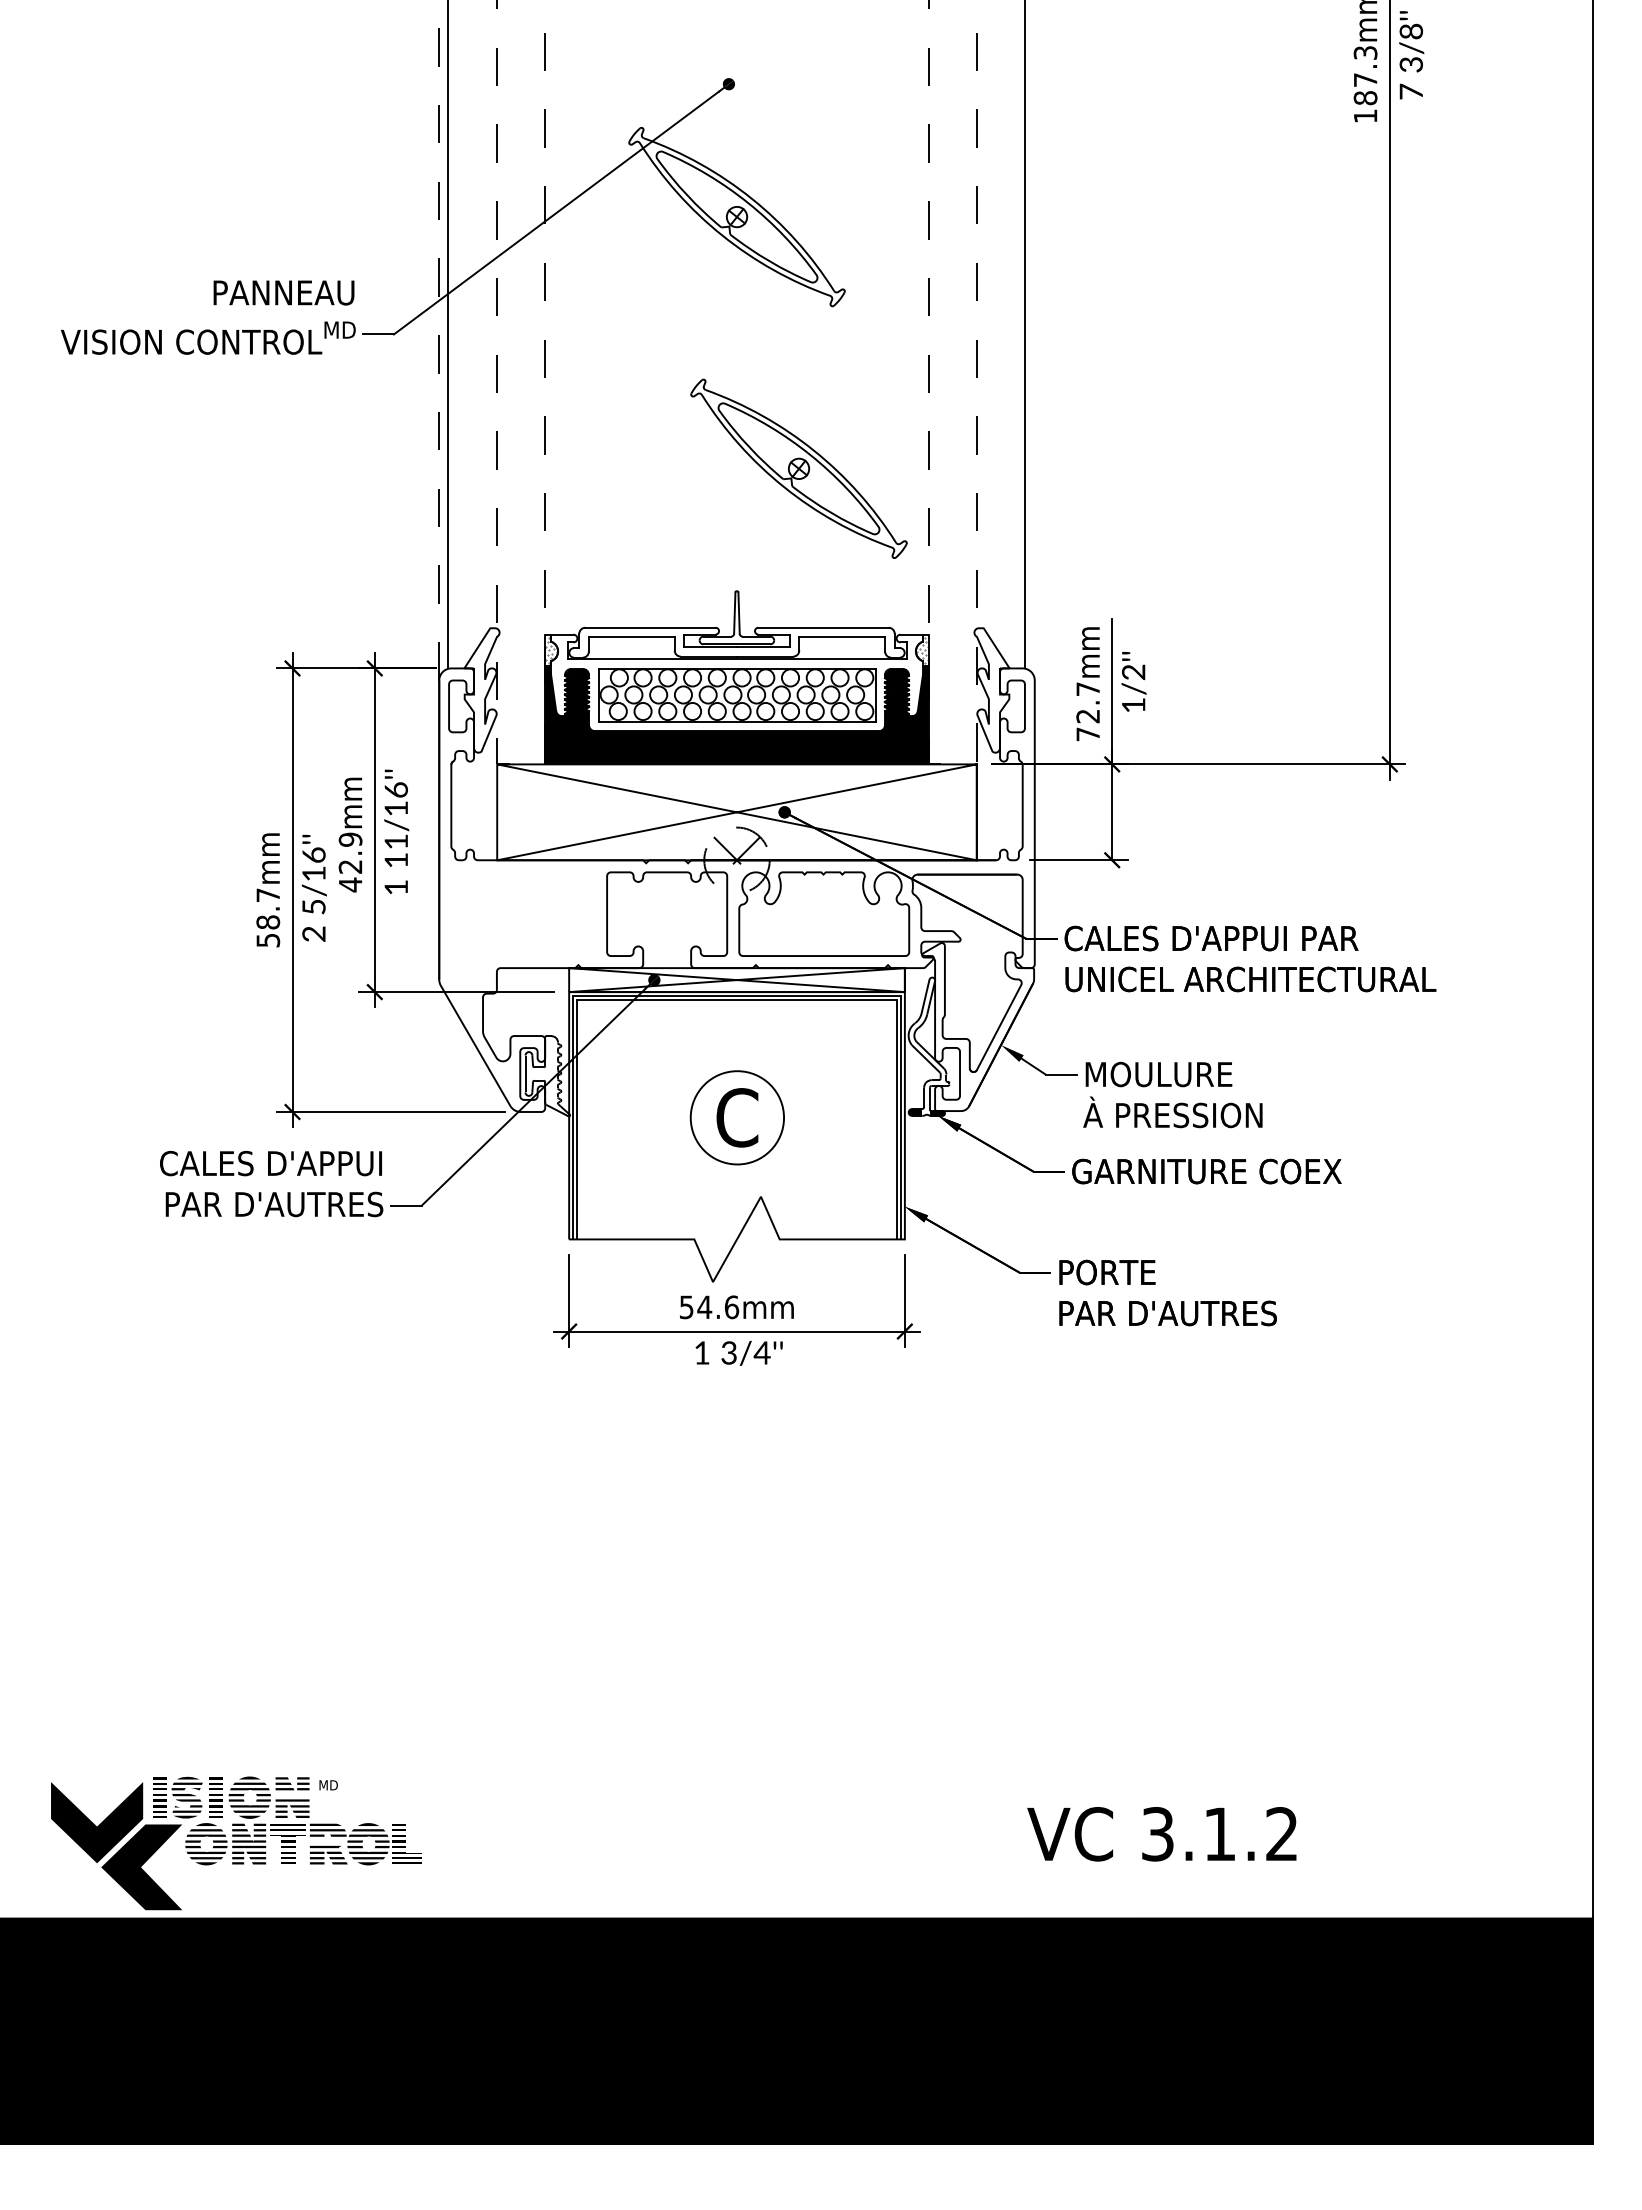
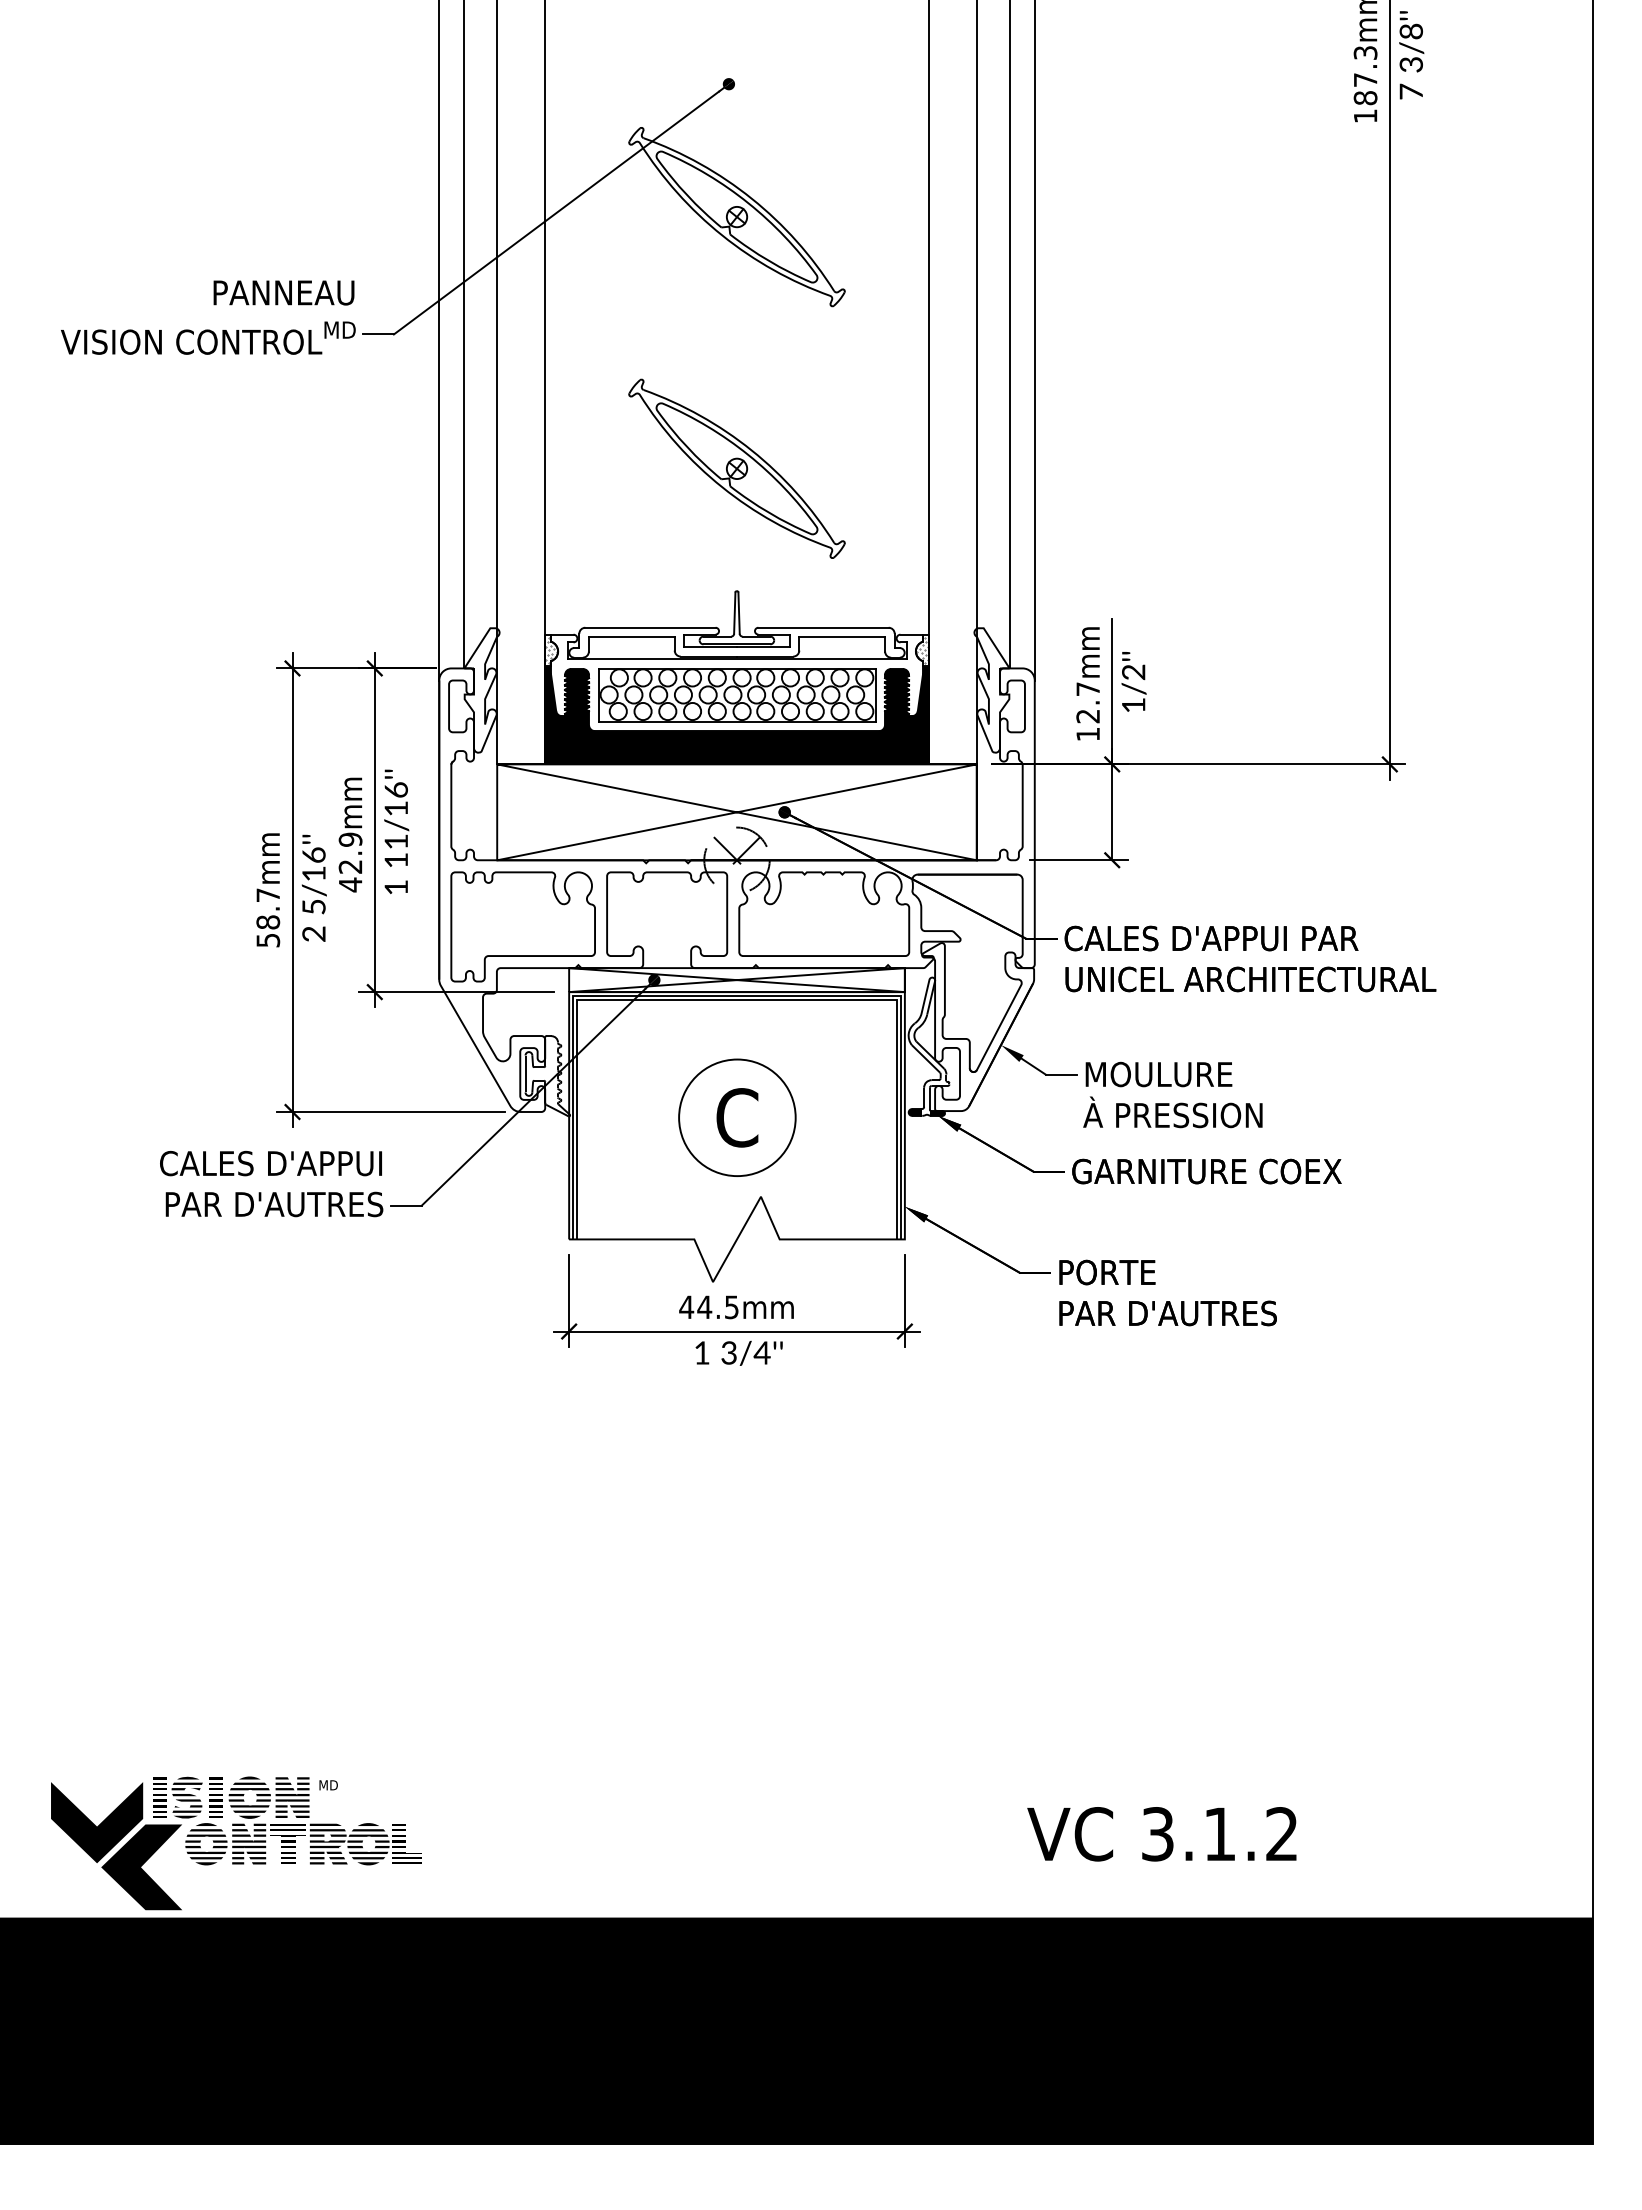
line at (448, 335) position: (448, 335) -> (464, 335)
line at (1024, 335) position: (1024, 335) -> (1009, 335)
line at (439, 340): dashed -> solid
line at (1034, 341): none -> present
part at (798, 468) position: (798, 468) -> (736, 468)
text at (1087, 734): 72.7mm -> 12.7mm
line at (521, 764): dashed -> solid
line at (952, 764): dashed -> solid
part at (522, 926): none -> present
circle at (737, 1117) diameter: 93 px -> 117 px
text at (709, 1307): 54.6mm -> 44.5mm
fill at (292, 1794): none -> present
fill at (327, 1841): none -> present
